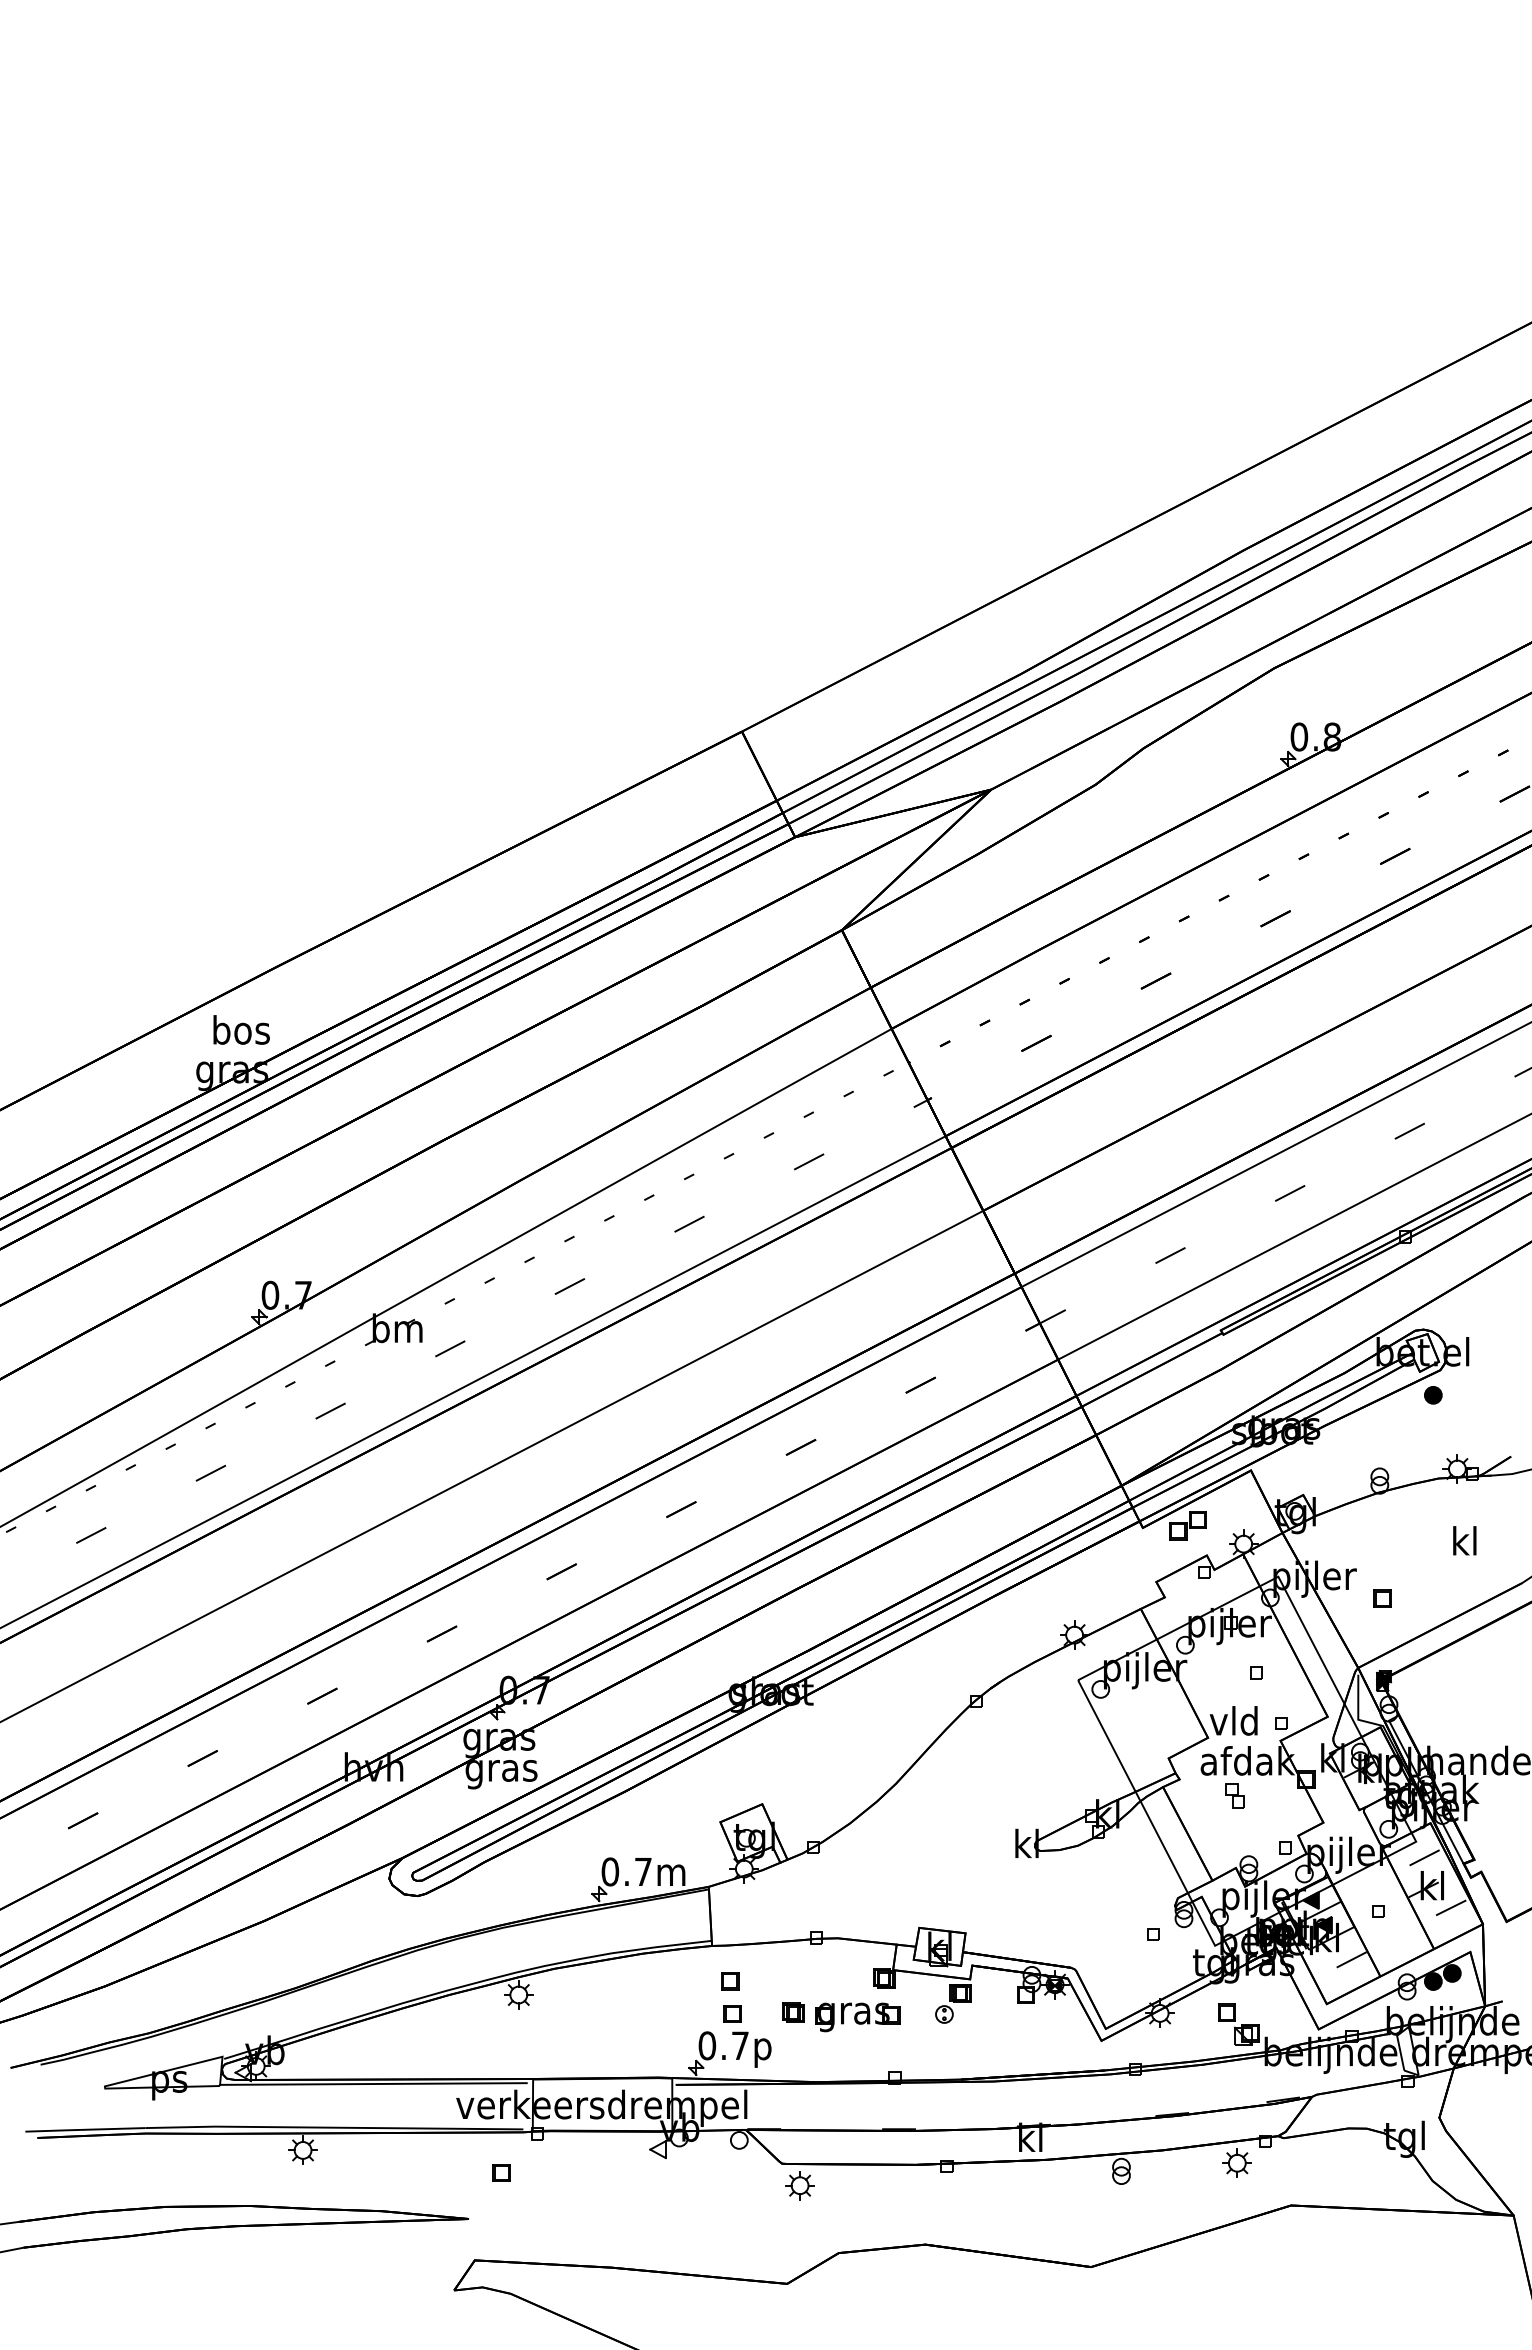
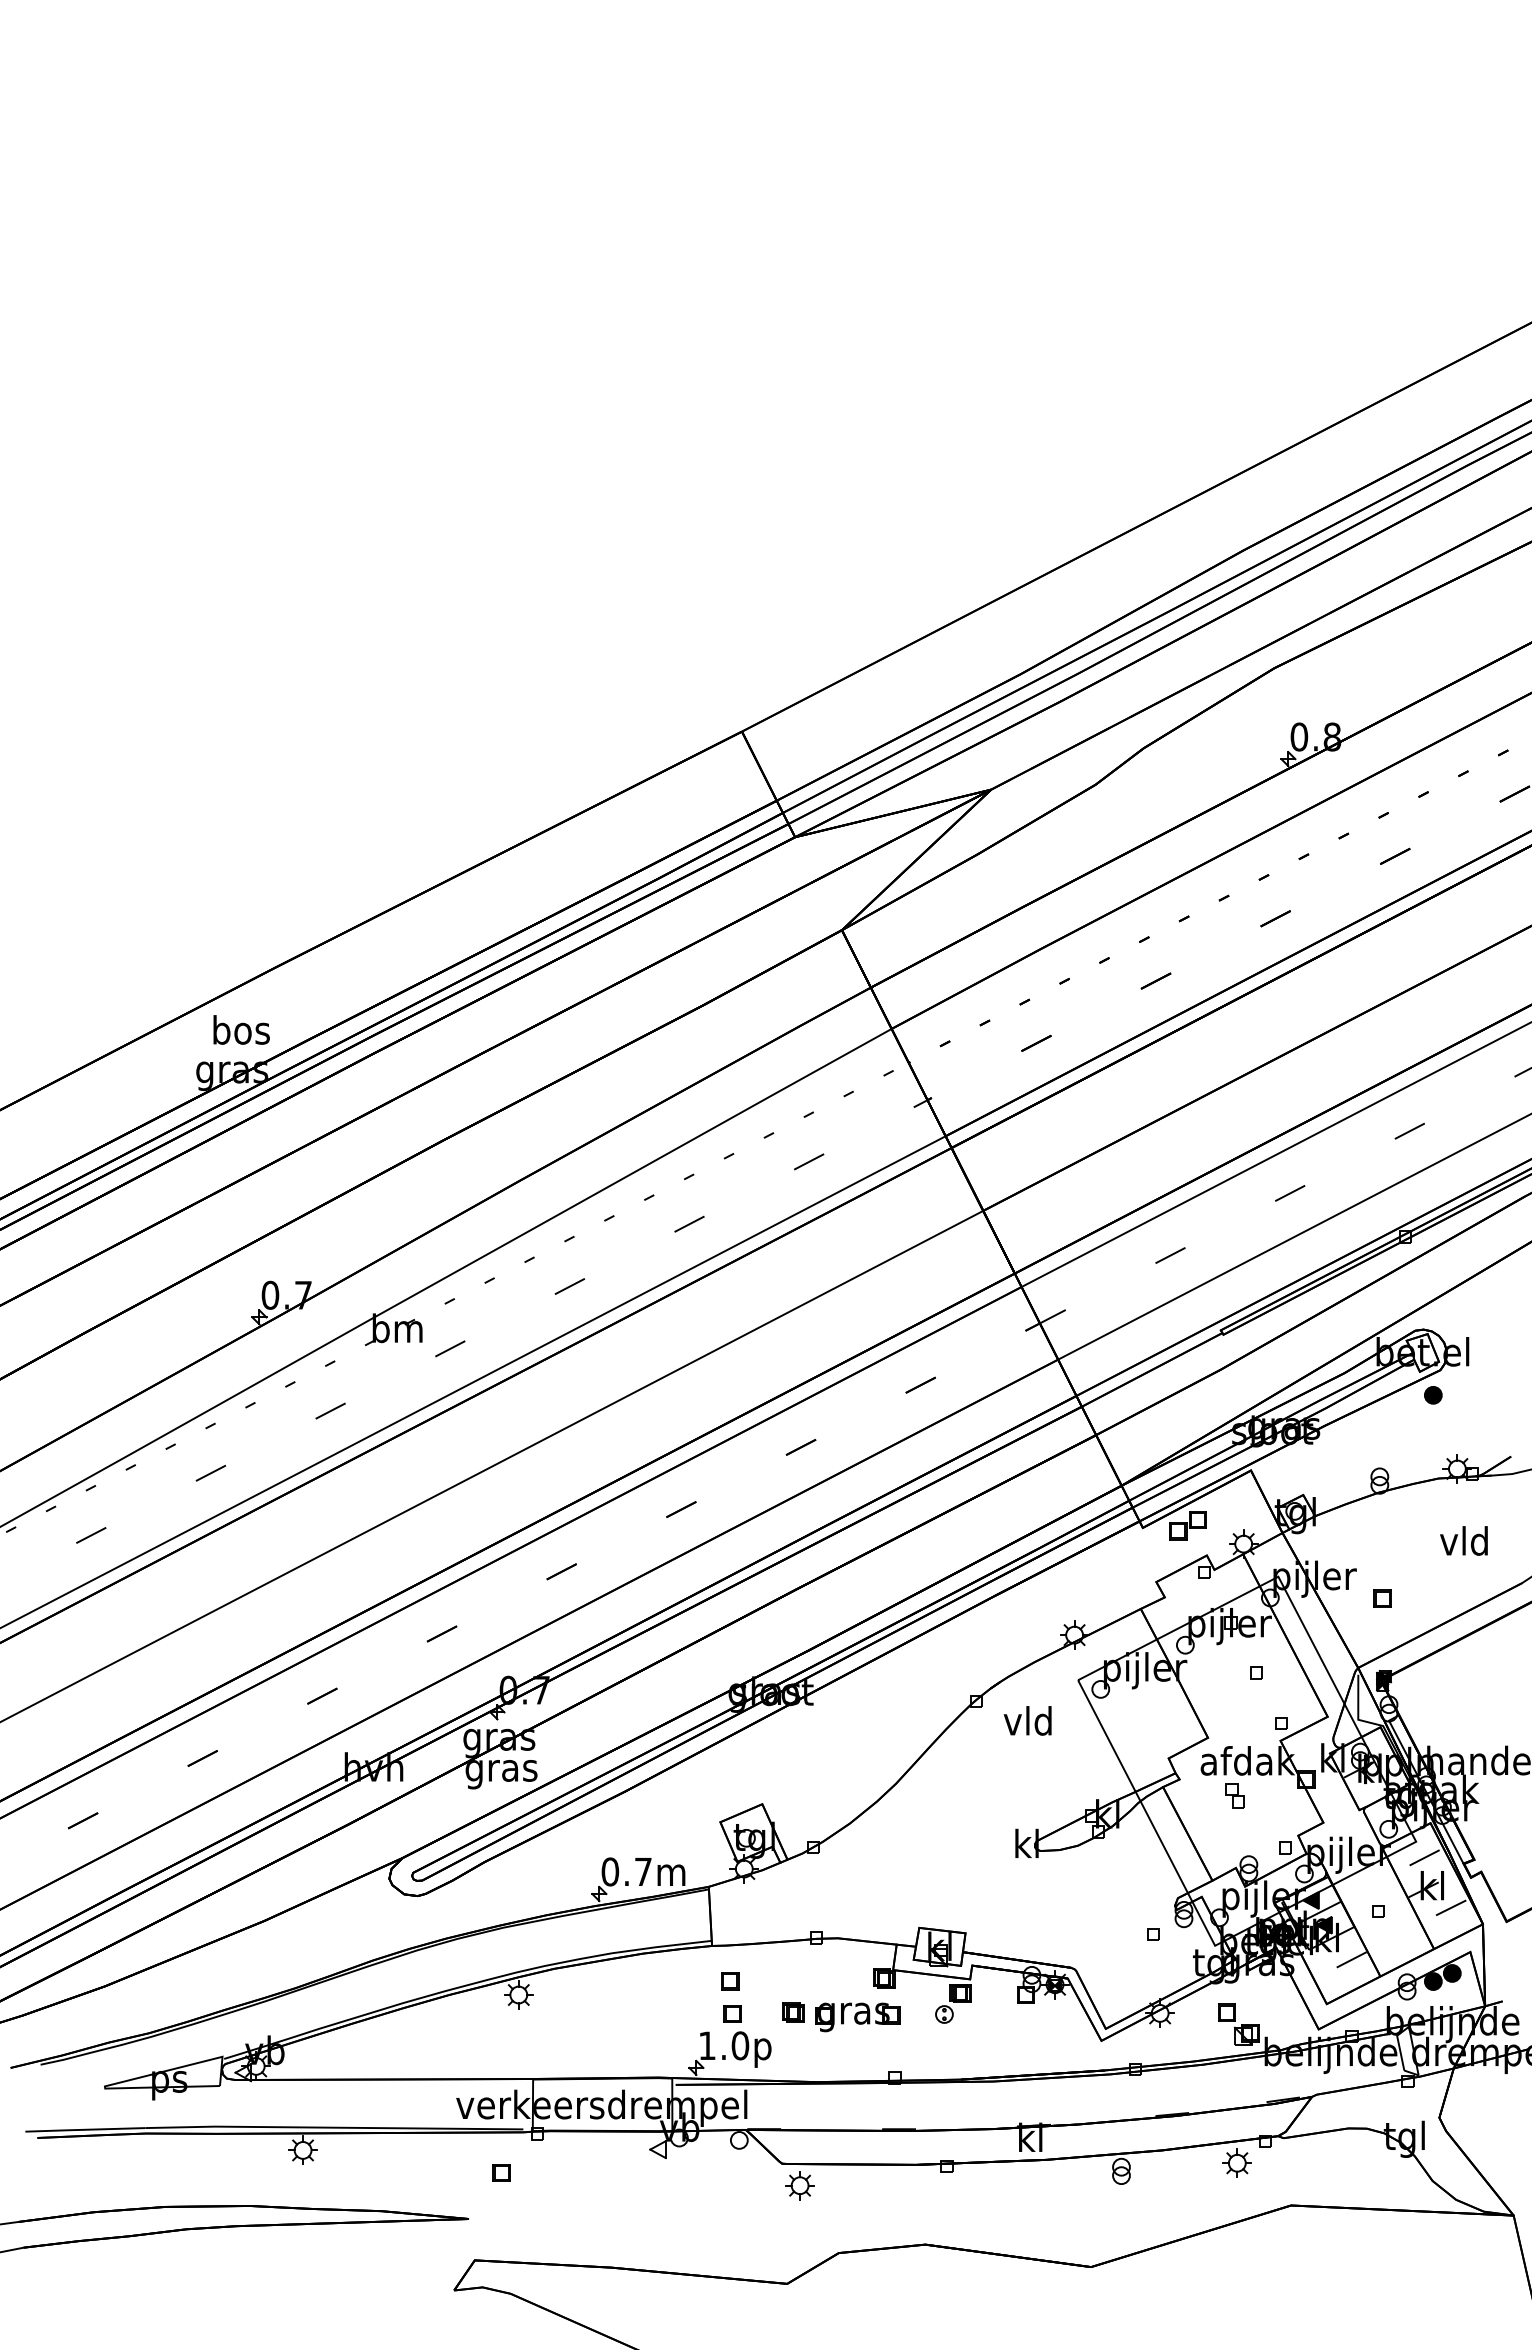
text at (1463, 1540): kl -> vld
text at (1233, 1720) position: (1233, 1720) -> (1027, 1720)
text at (723, 2045): 0.7p -> 1.0p
line at (373, 2083): present -> none
